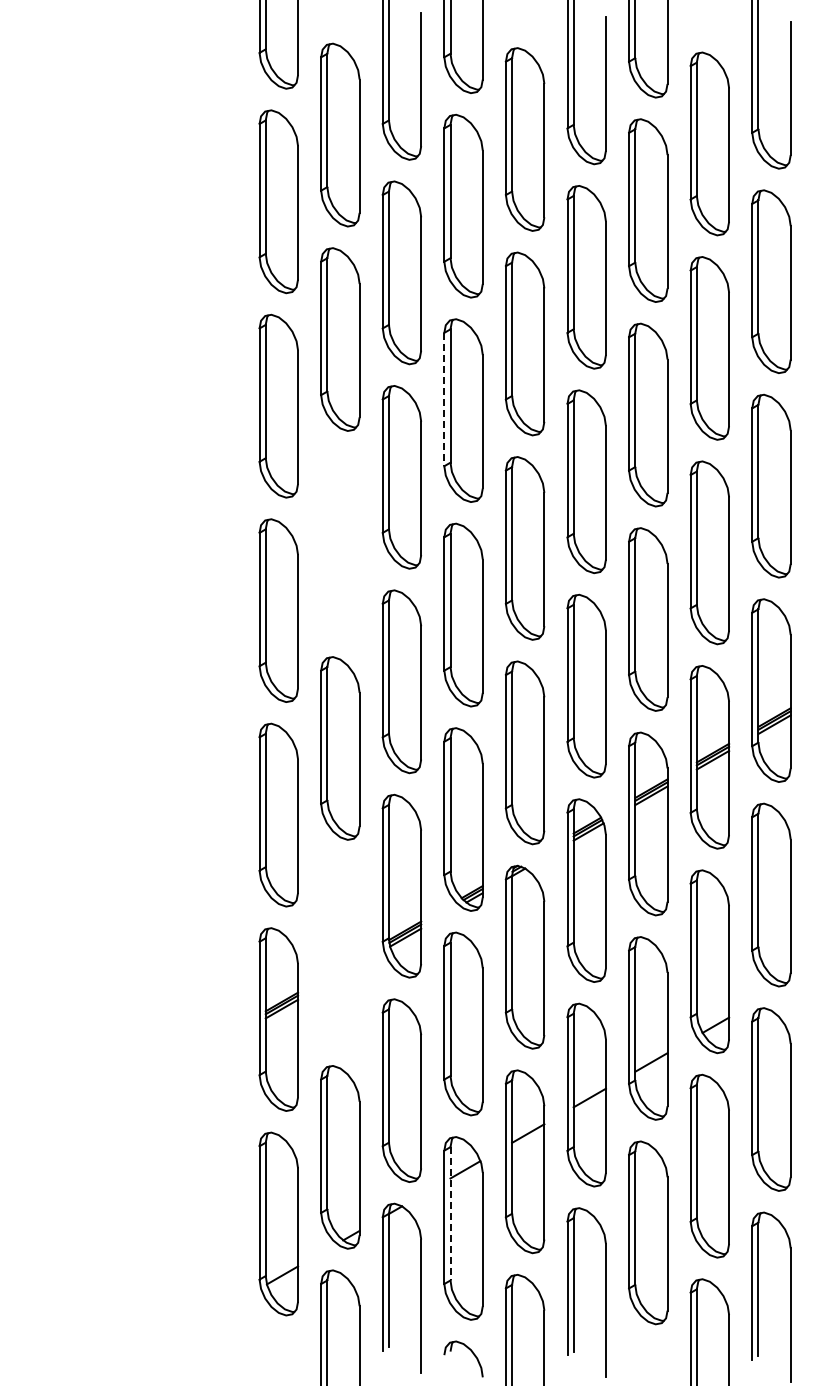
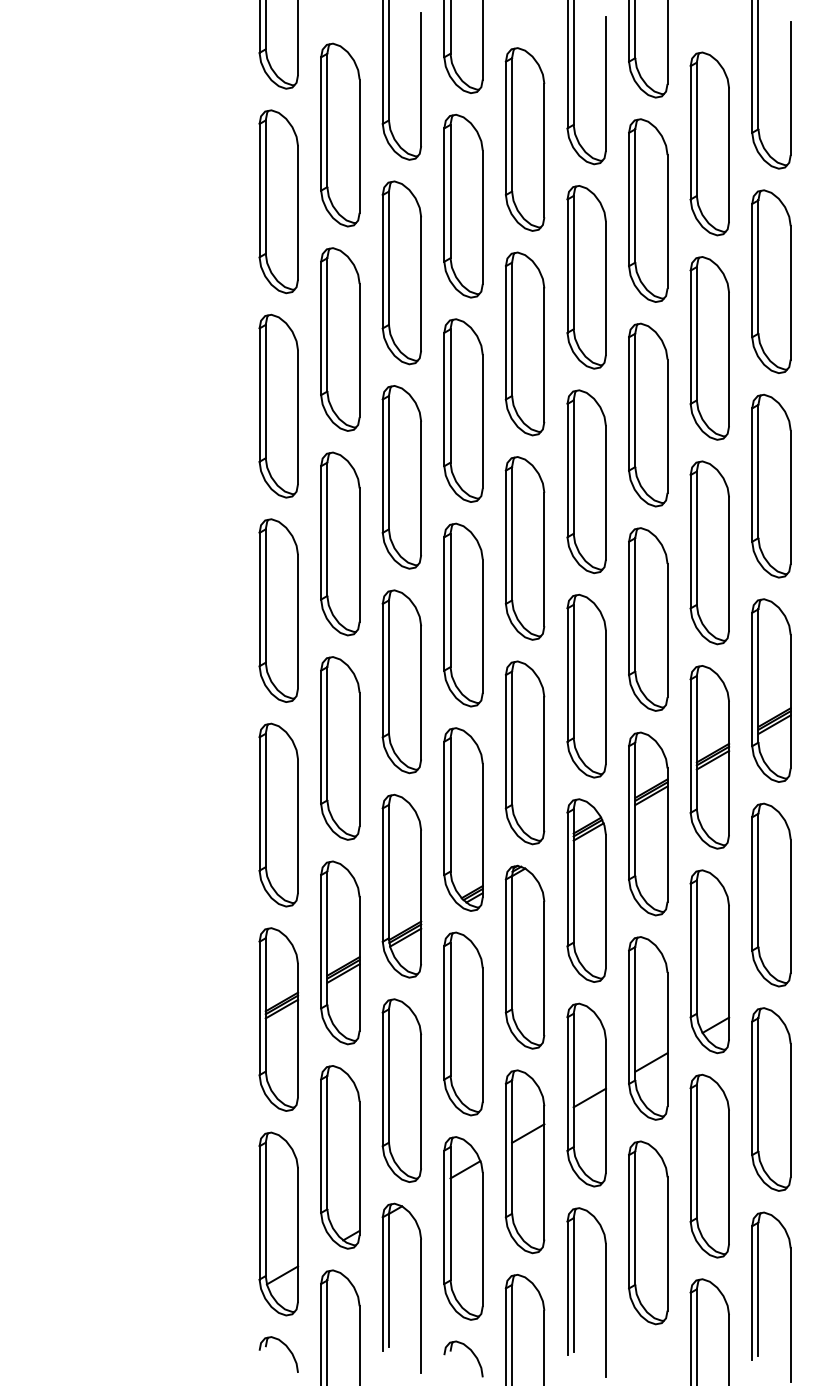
line at (444, 399): dashed -> solid
part at (340, 543): none -> present
part at (340, 952): none -> present
line at (450, 1213): dashed -> solid
part at (287, 1349): none -> present
